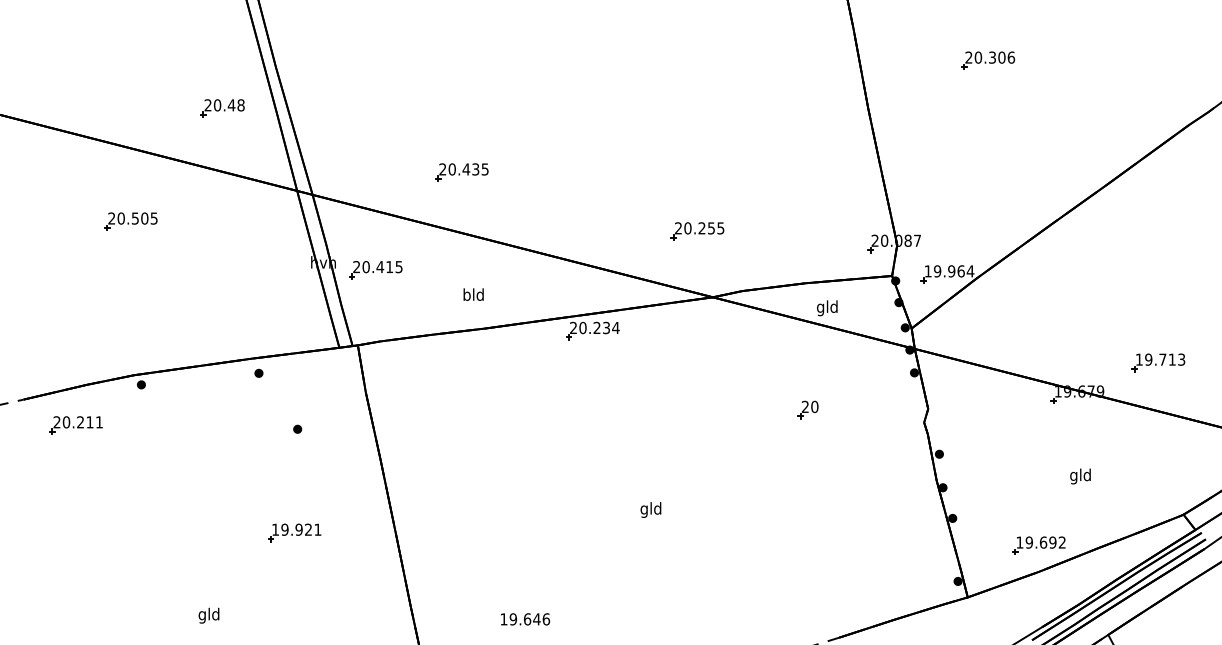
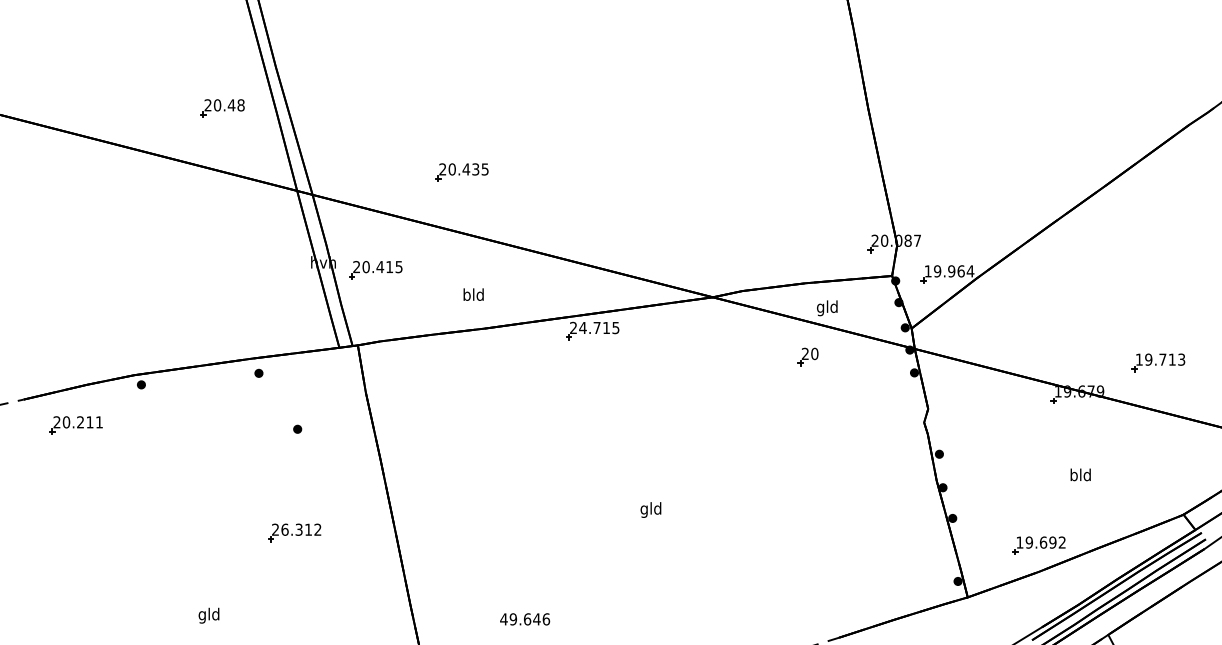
part at (988, 60): present -> none
part at (130, 221): present -> none
part at (697, 231): present -> none
text at (599, 327): 20.234 -> 24.715
part at (807, 409) position: (807, 409) -> (807, 356)
text at (1073, 476): gld -> bld
text at (296, 529): 19.921 -> 26.312
text at (503, 619): 19.646 -> 49.646
